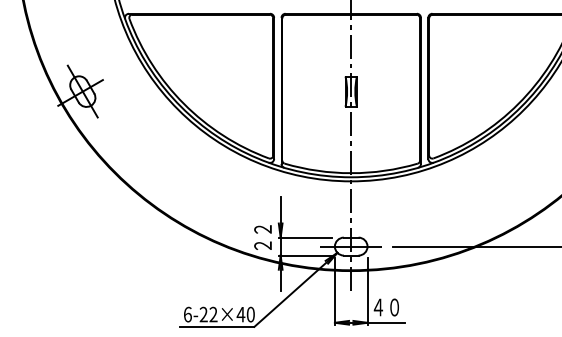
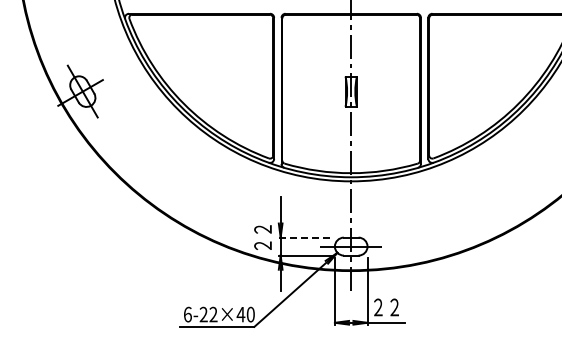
line at (305, 237): solid -> dashed
line at (475, 246): present -> none
text at (385, 307): ４０ -> ２２
